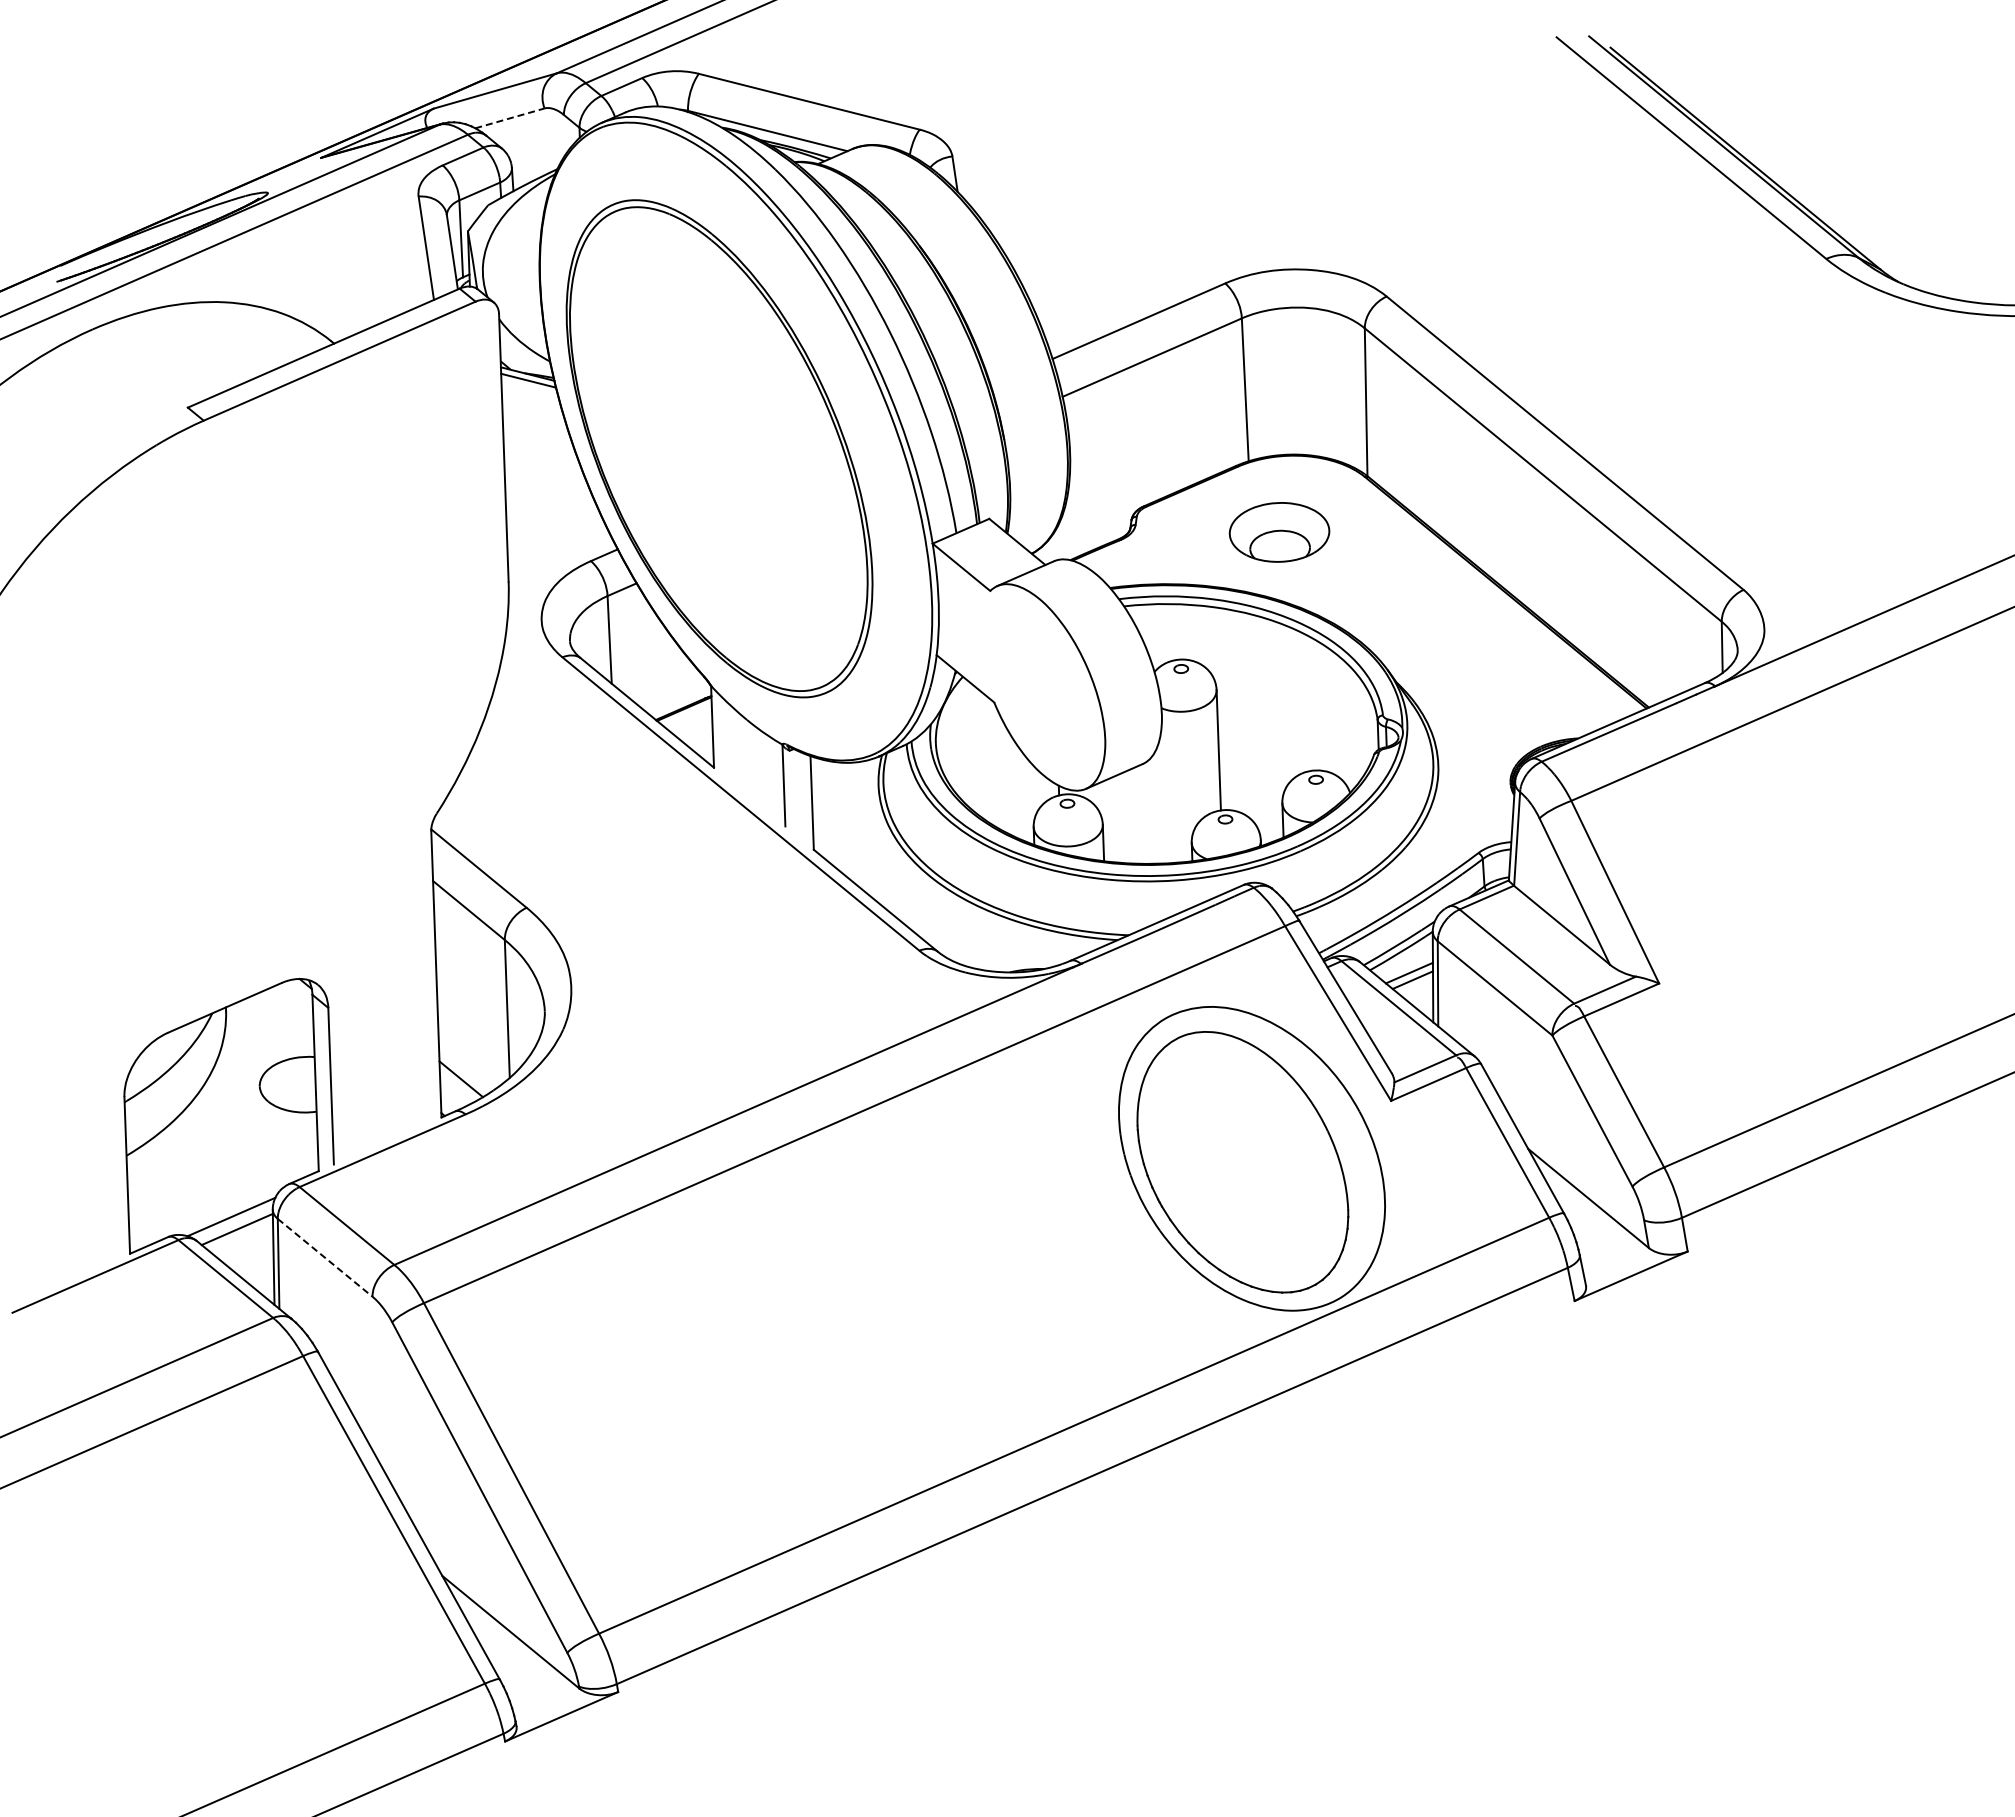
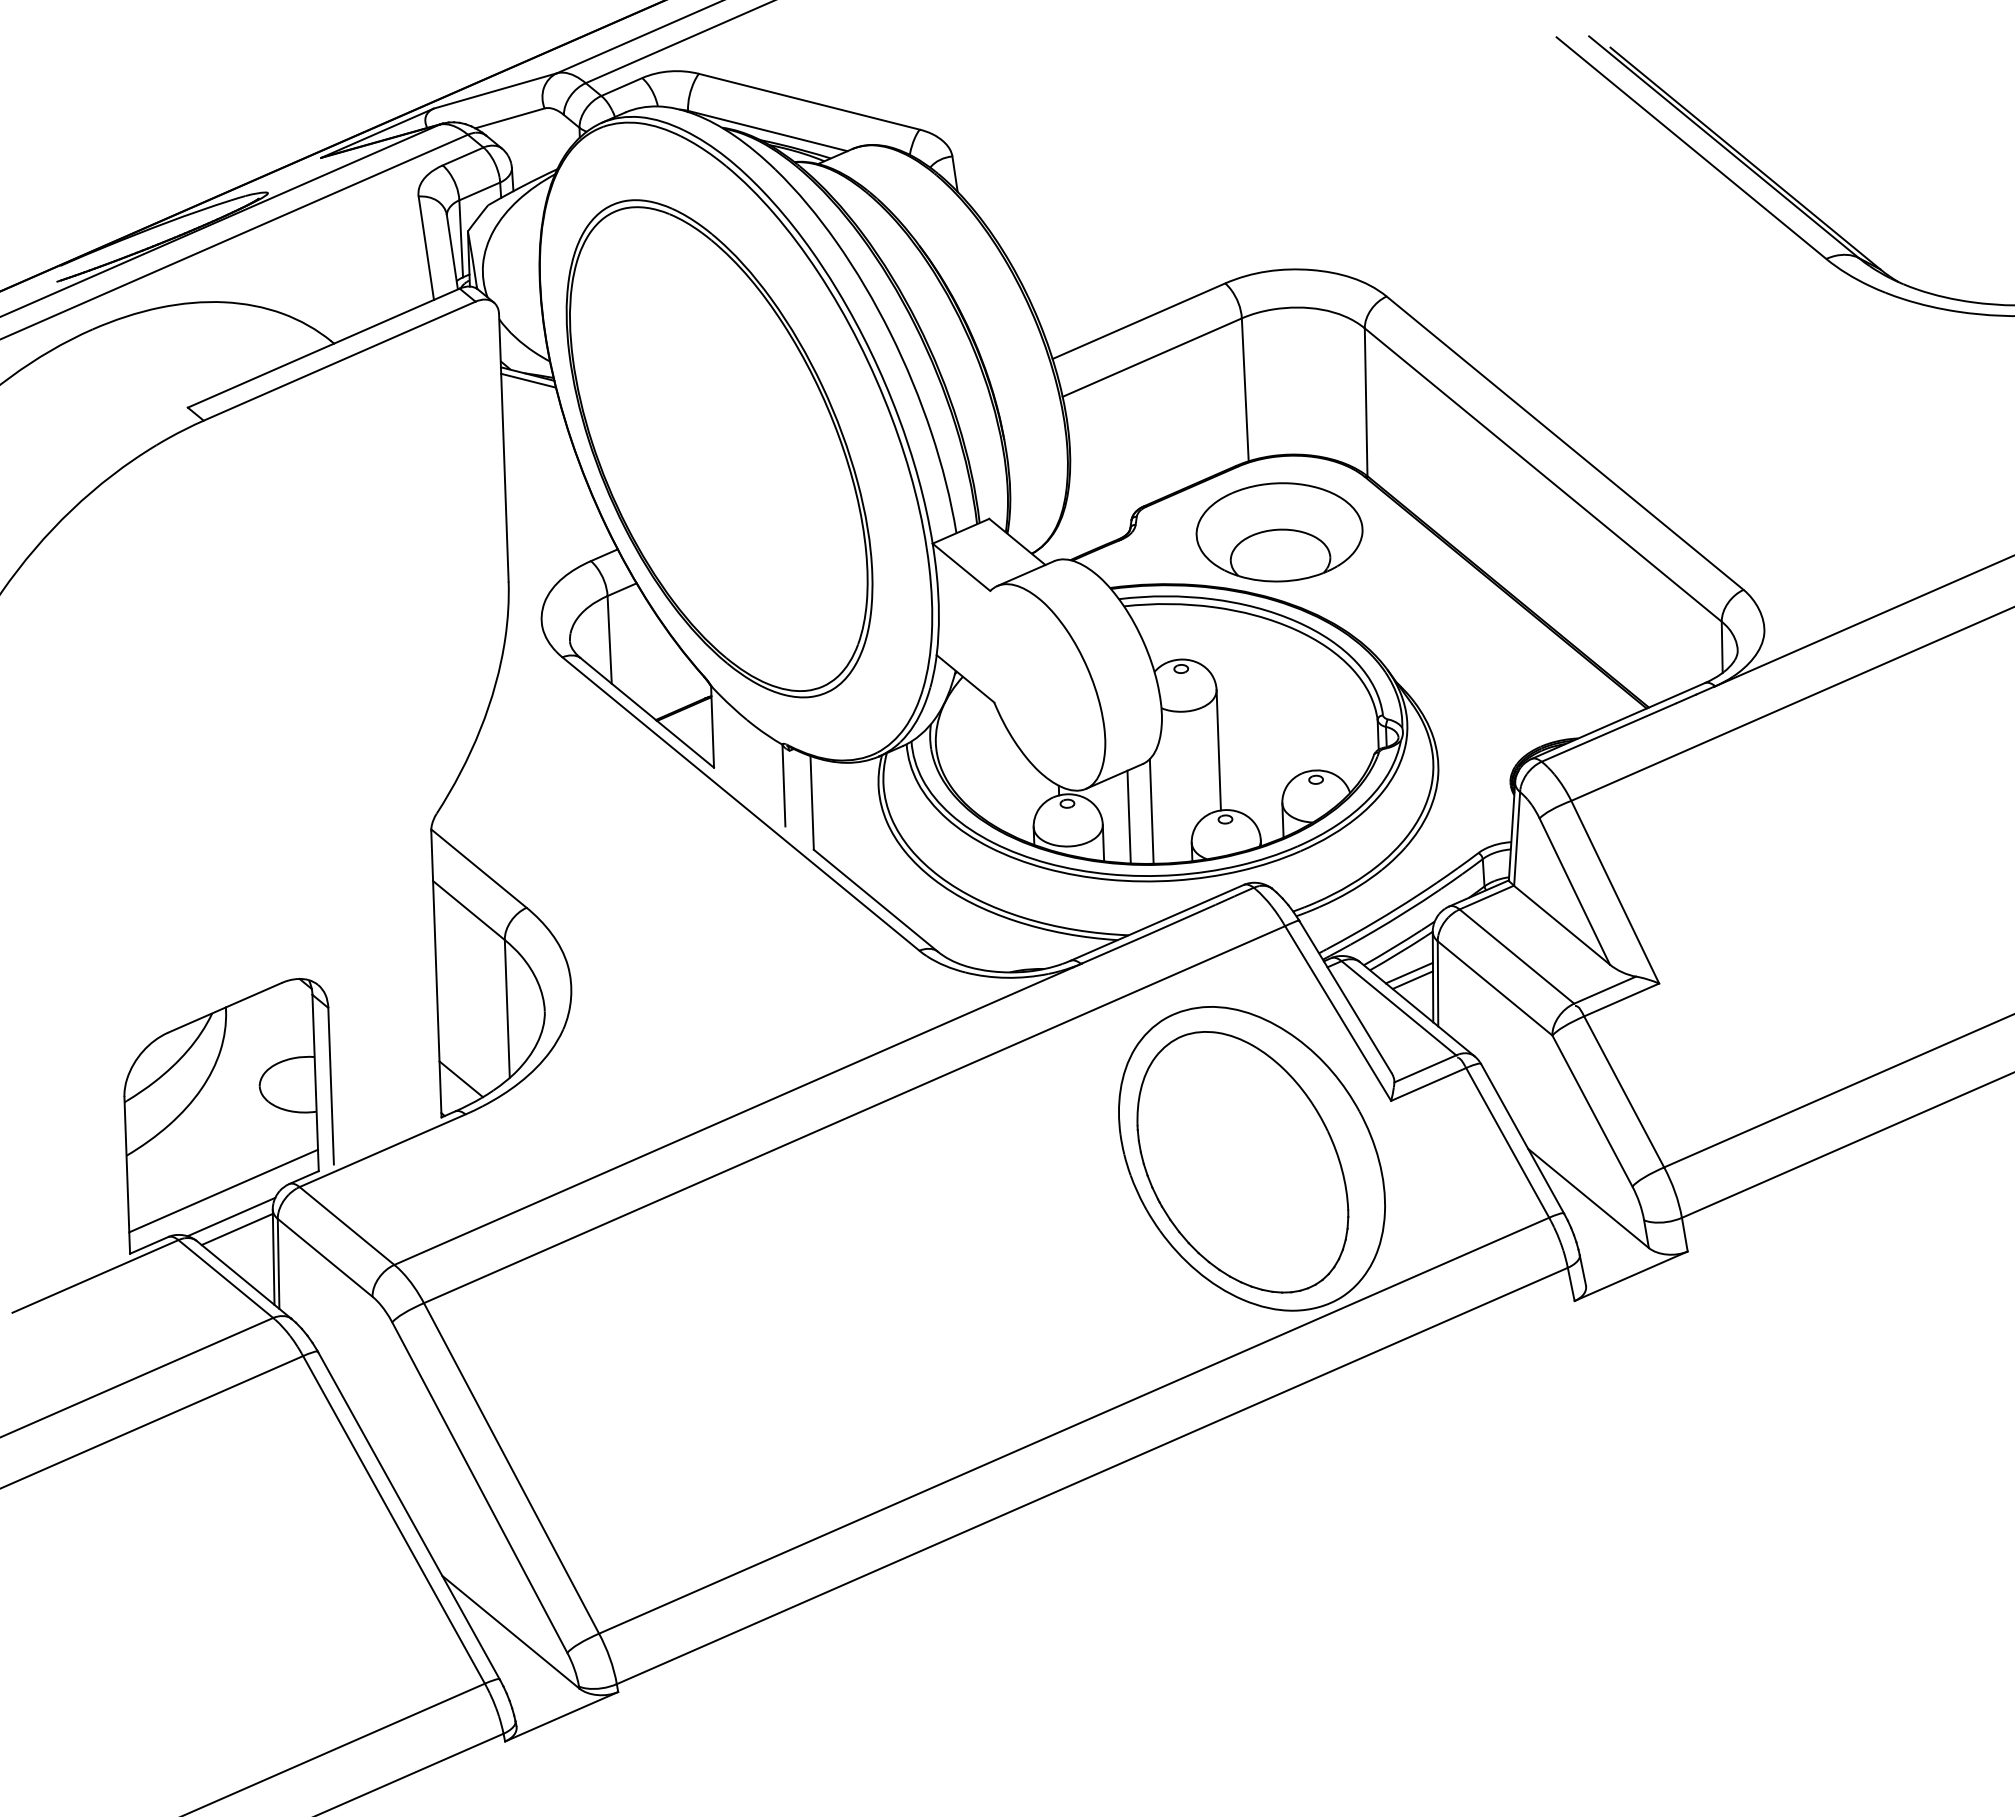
line at (510, 118): dashed -> solid
part at (1279, 532) size: 103x61 px -> 169x101 px
line at (1151, 811): none -> present
line at (1128, 816): none -> present
line at (223, 1190): none -> present
line at (325, 1258): dashed -> solid
